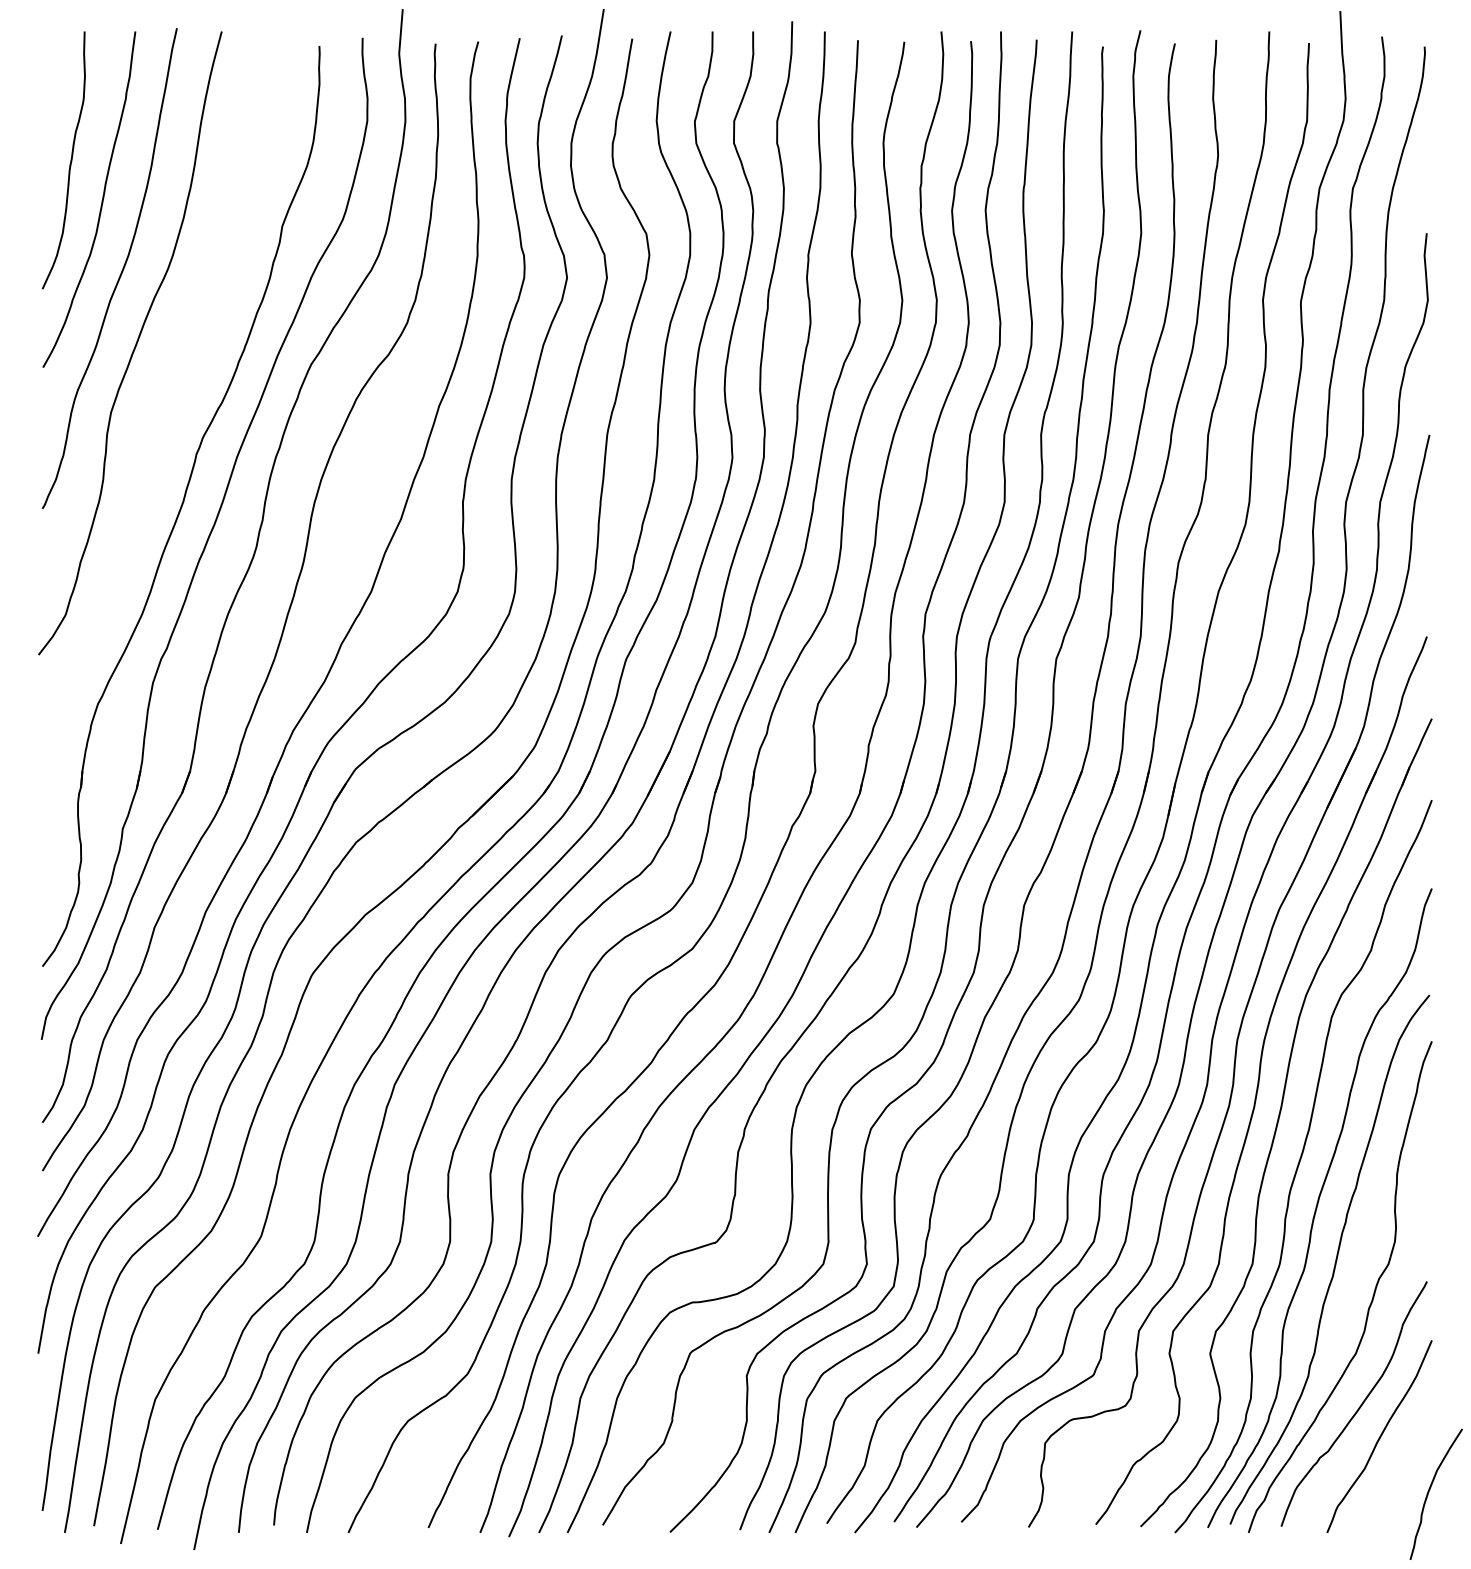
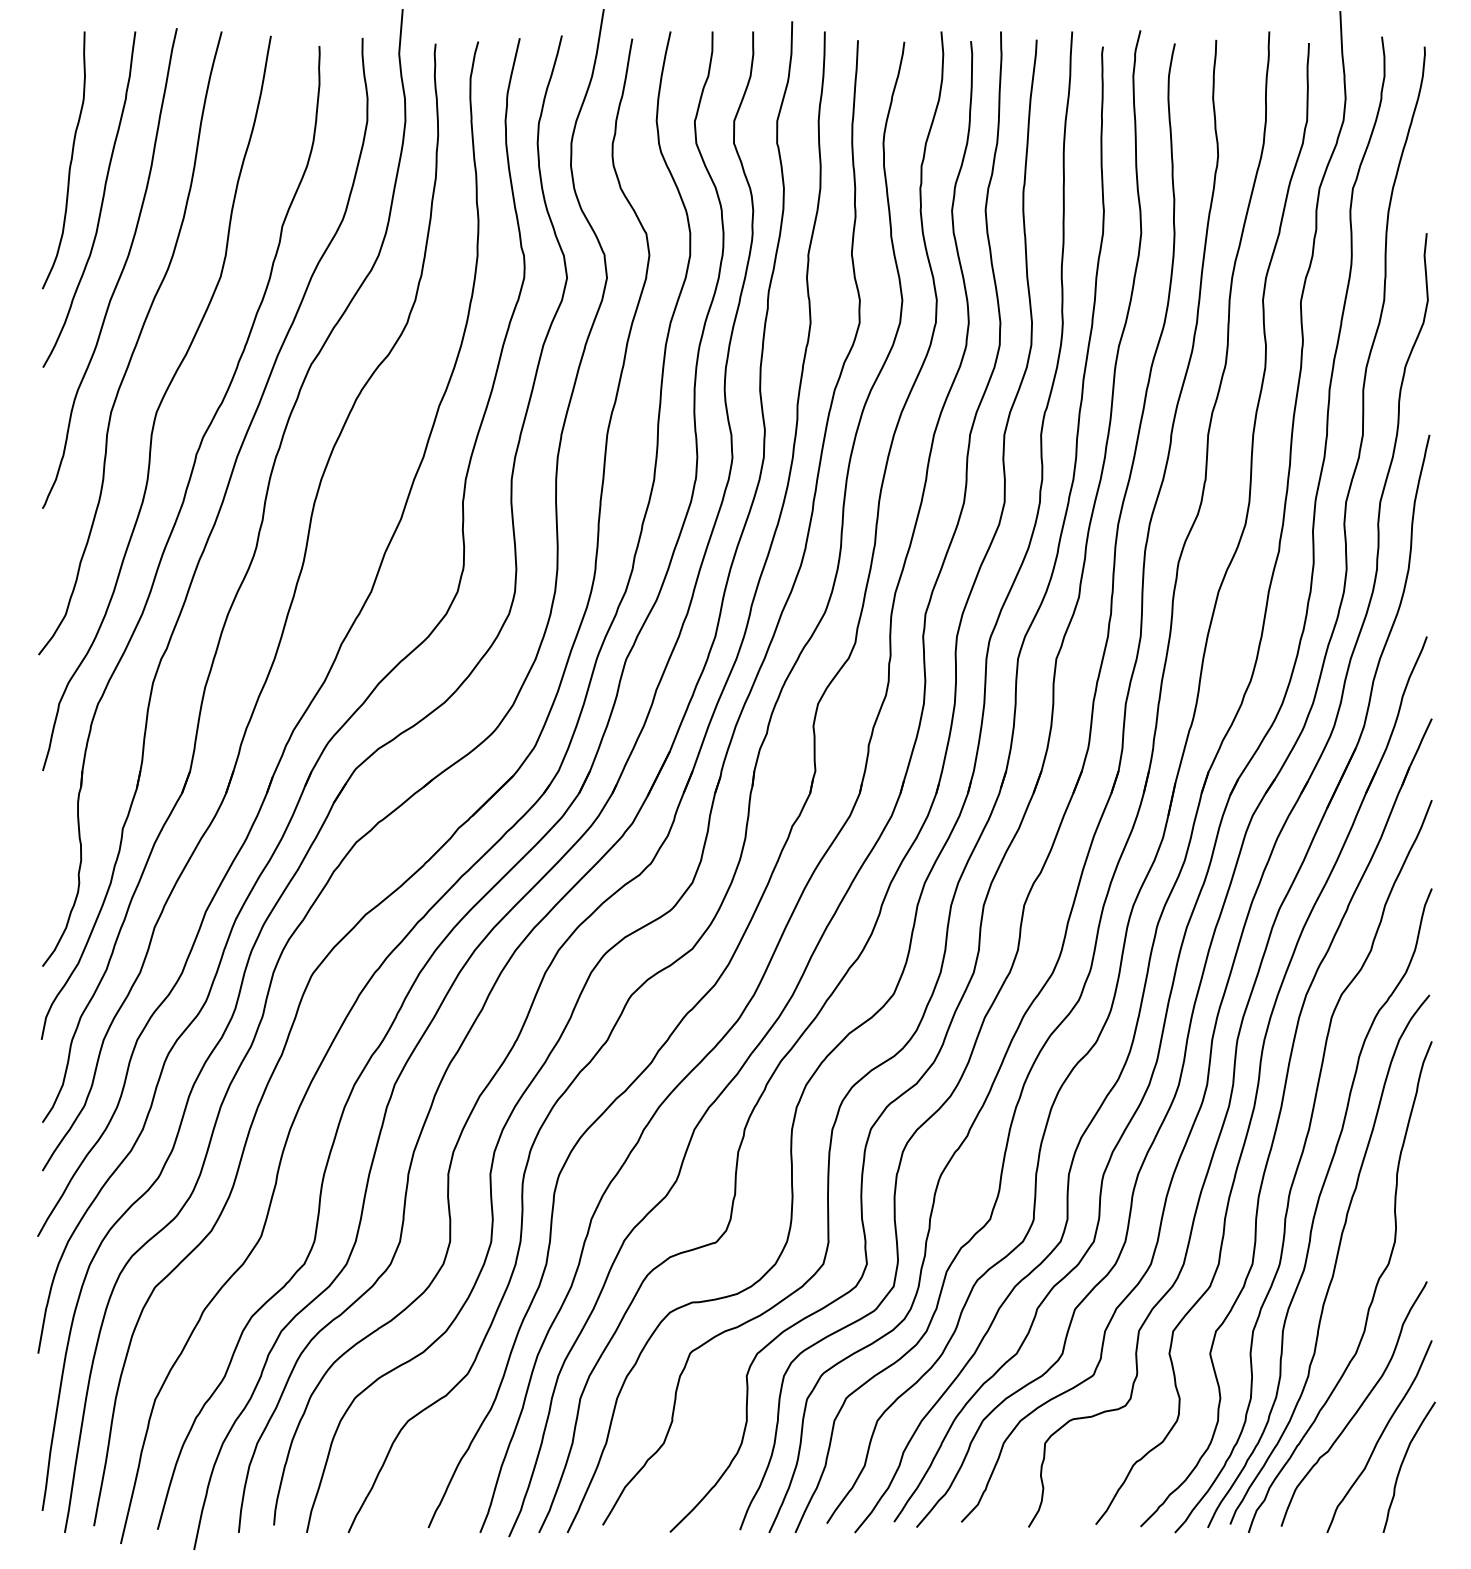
curve at (158, 405): none -> present
curve at (1429, 1492) position: (1429, 1492) -> (1402, 1465)
